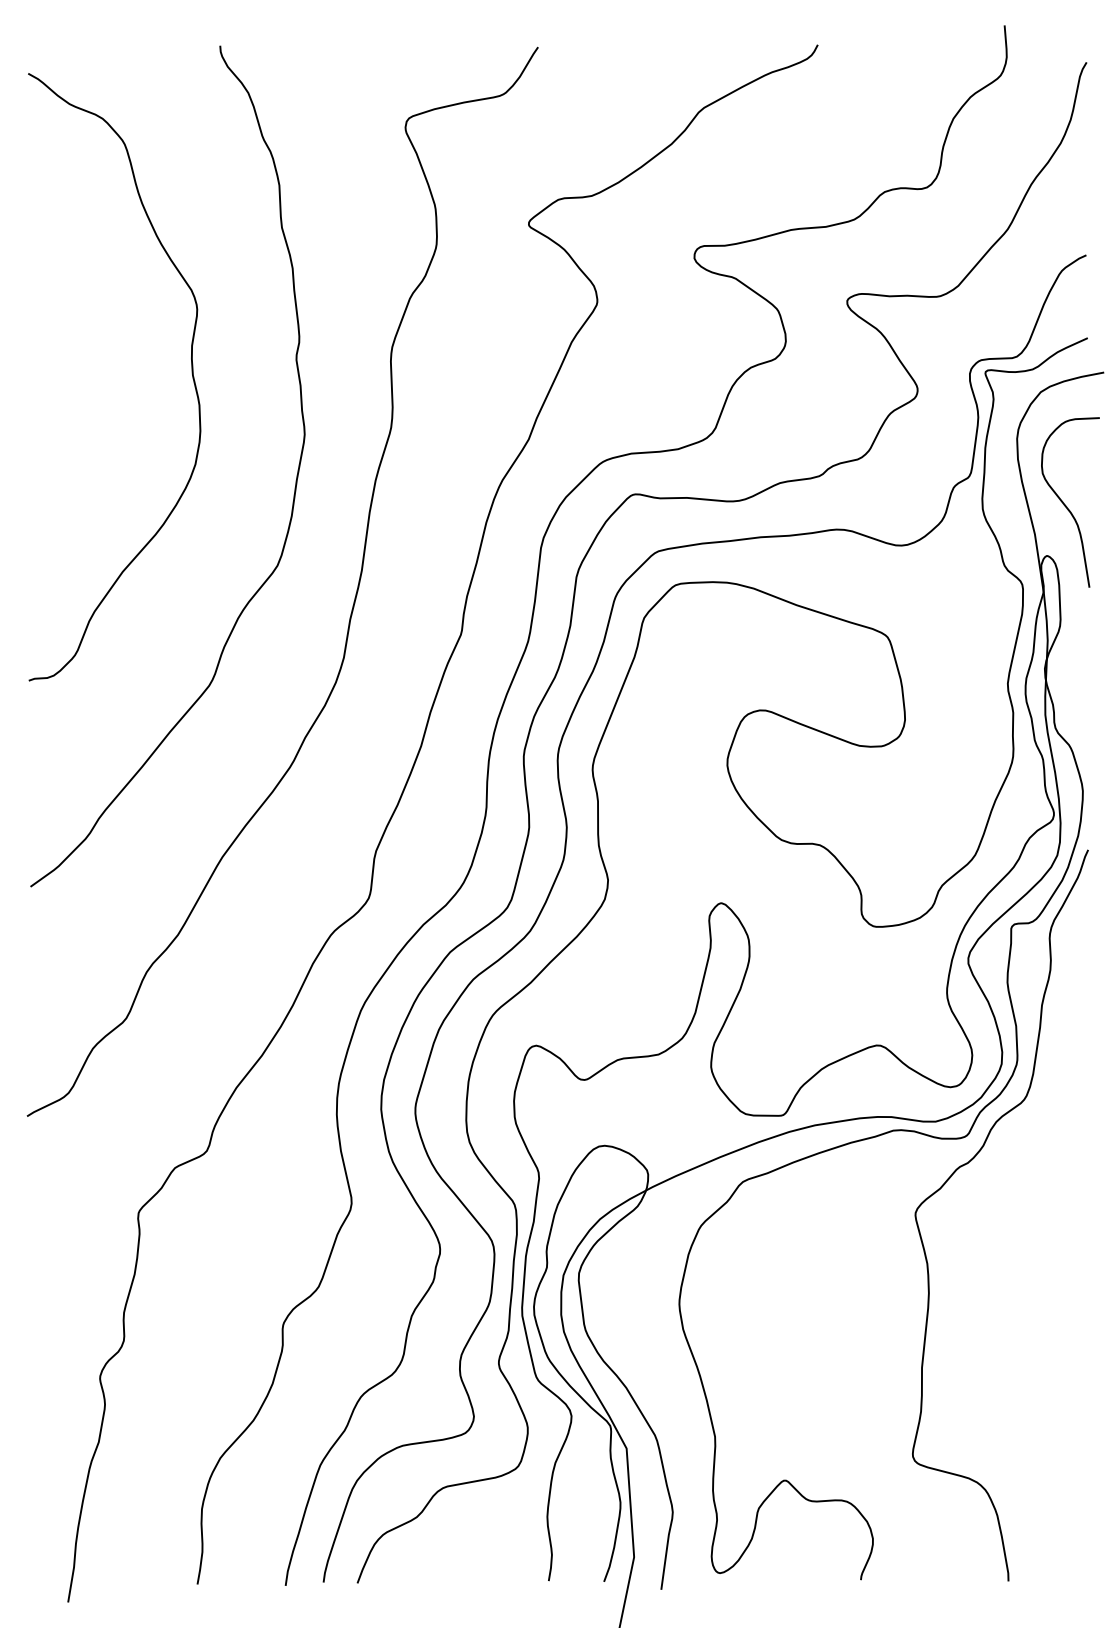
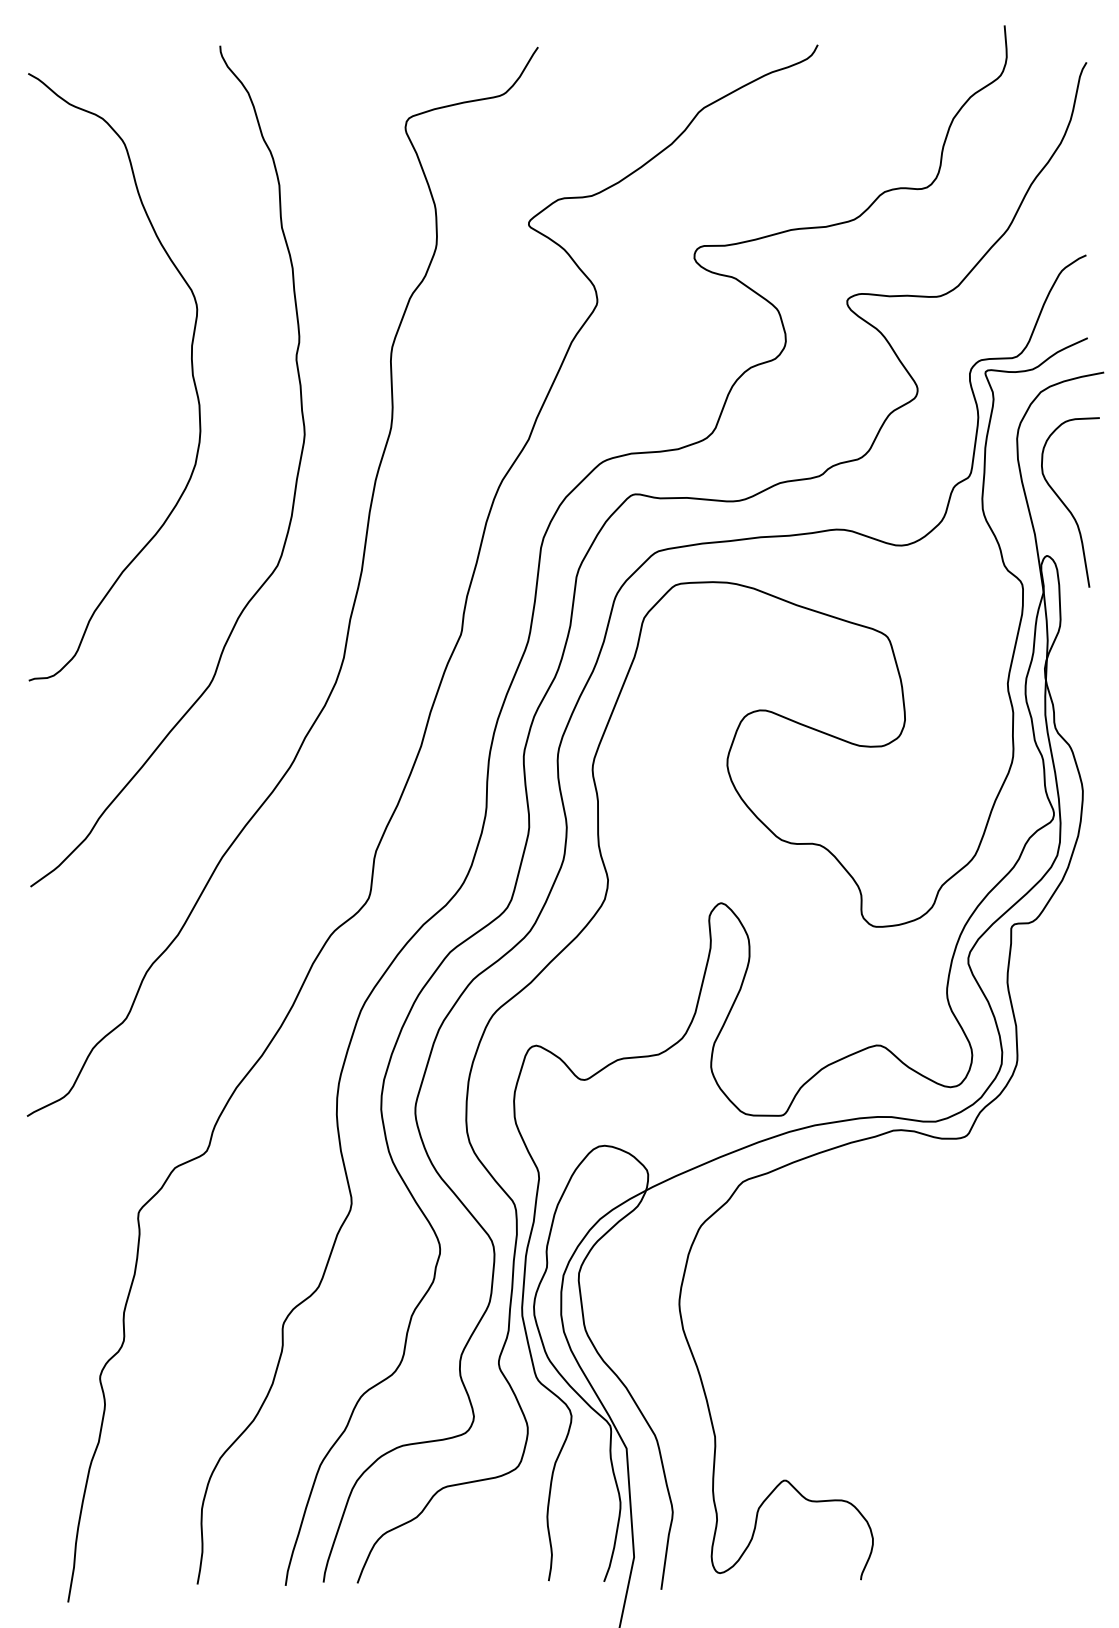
curve at (967, 1164): present -> none
